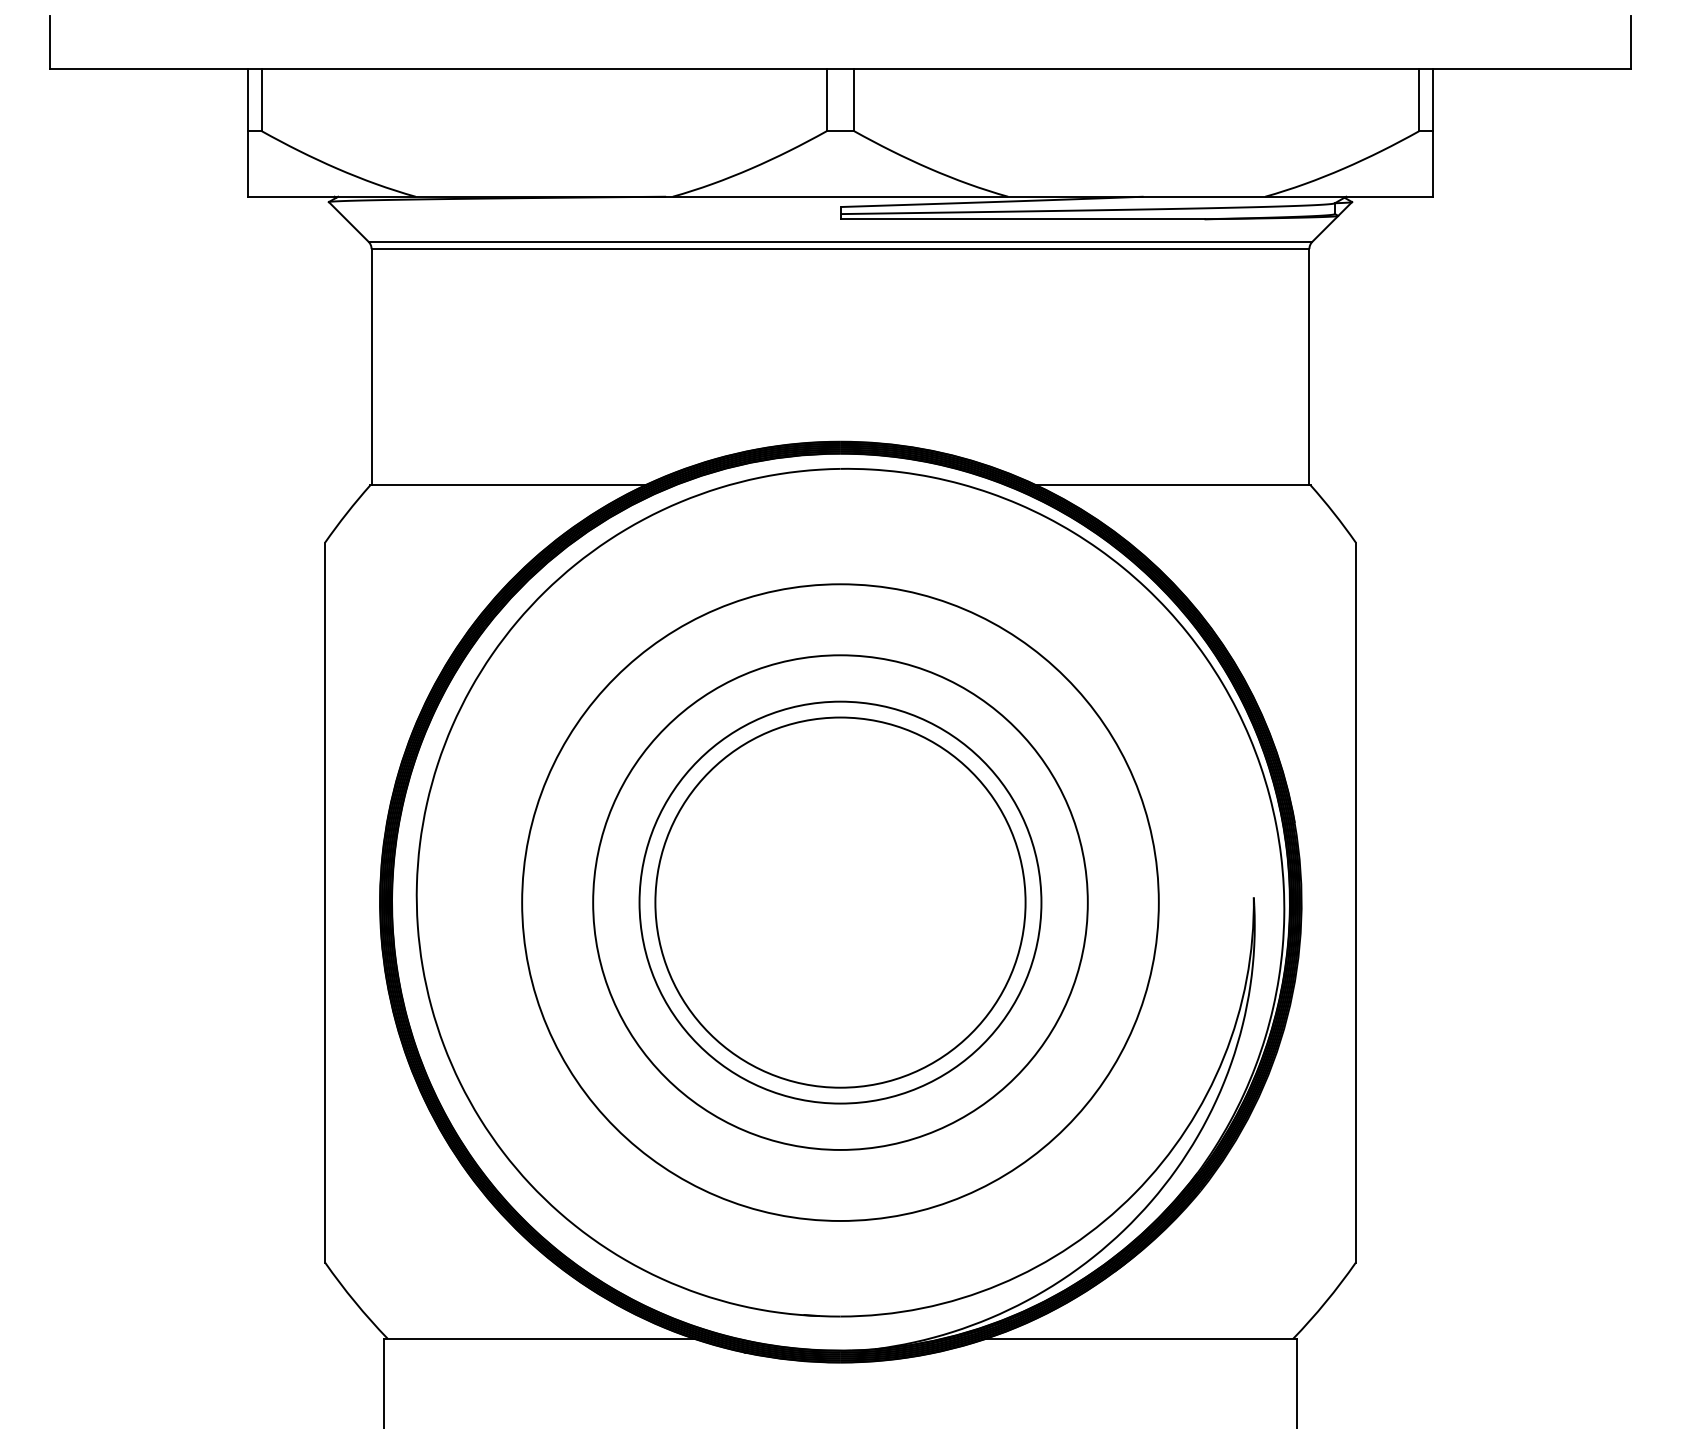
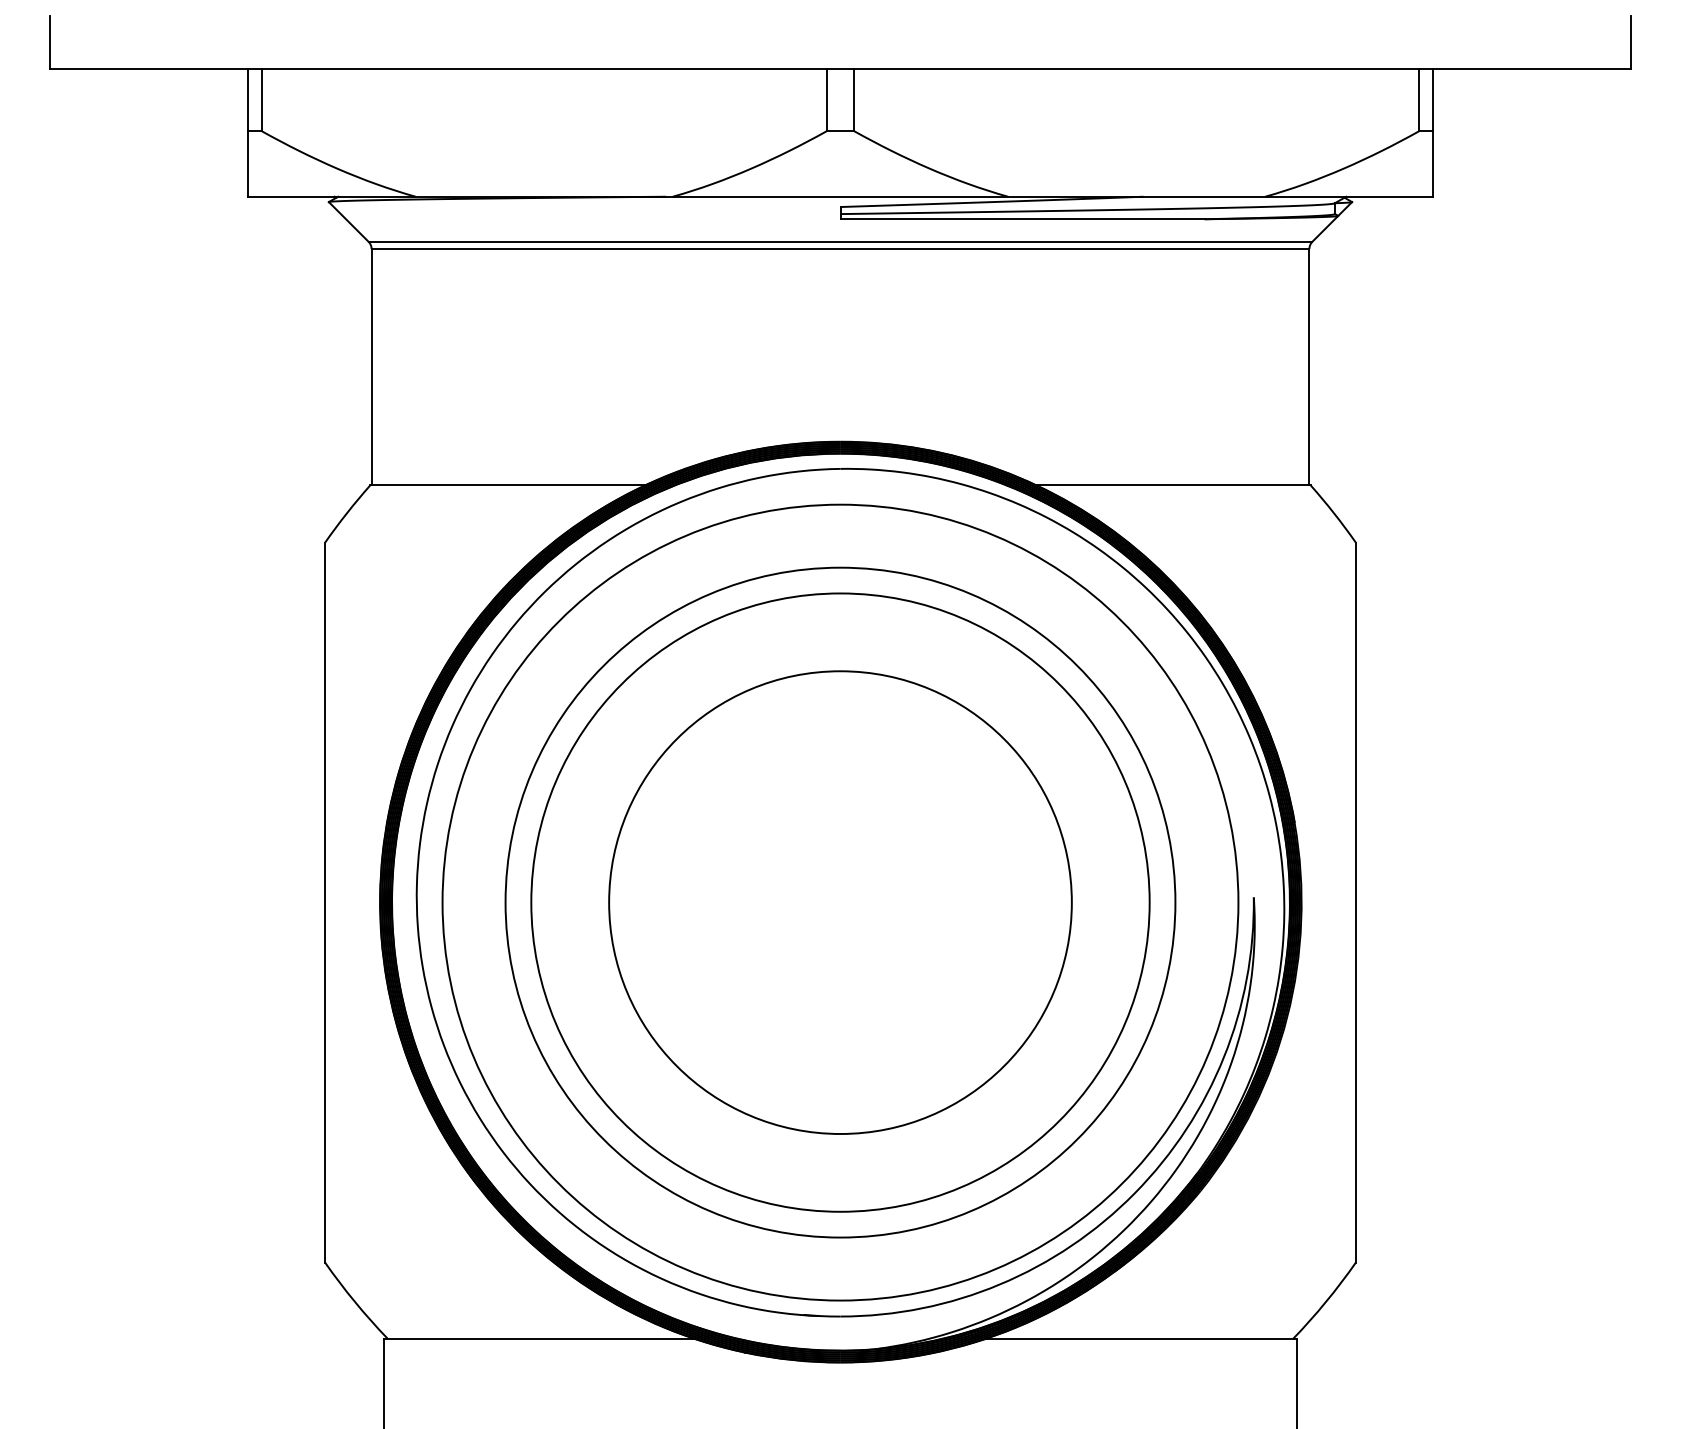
circle at (840, 902) diameter: 370 px -> 463 px
circle at (840, 902) diameter: 402 px -> 670 px
circle at (840, 902) diameter: 495 px -> 618 px
circle at (840, 902) diameter: 637 px -> 796 px
